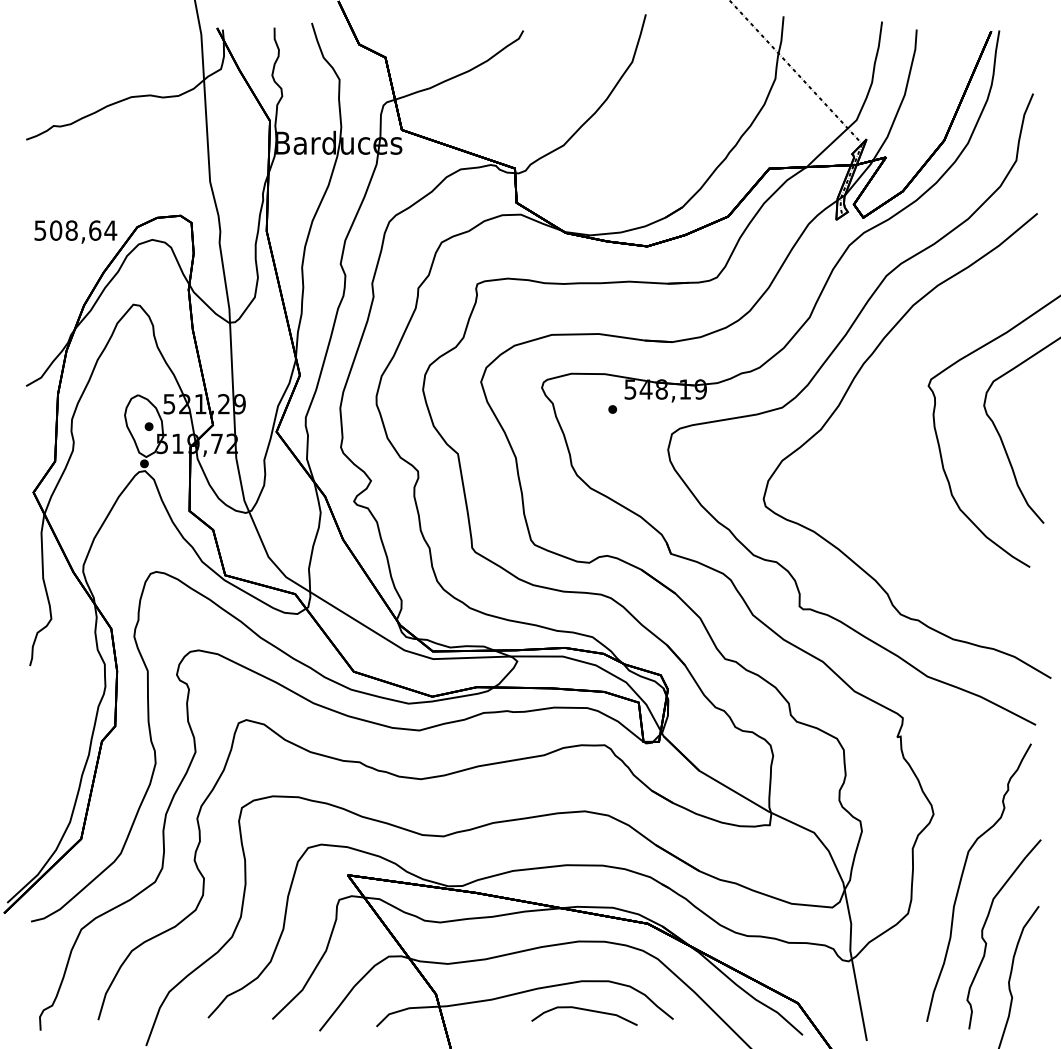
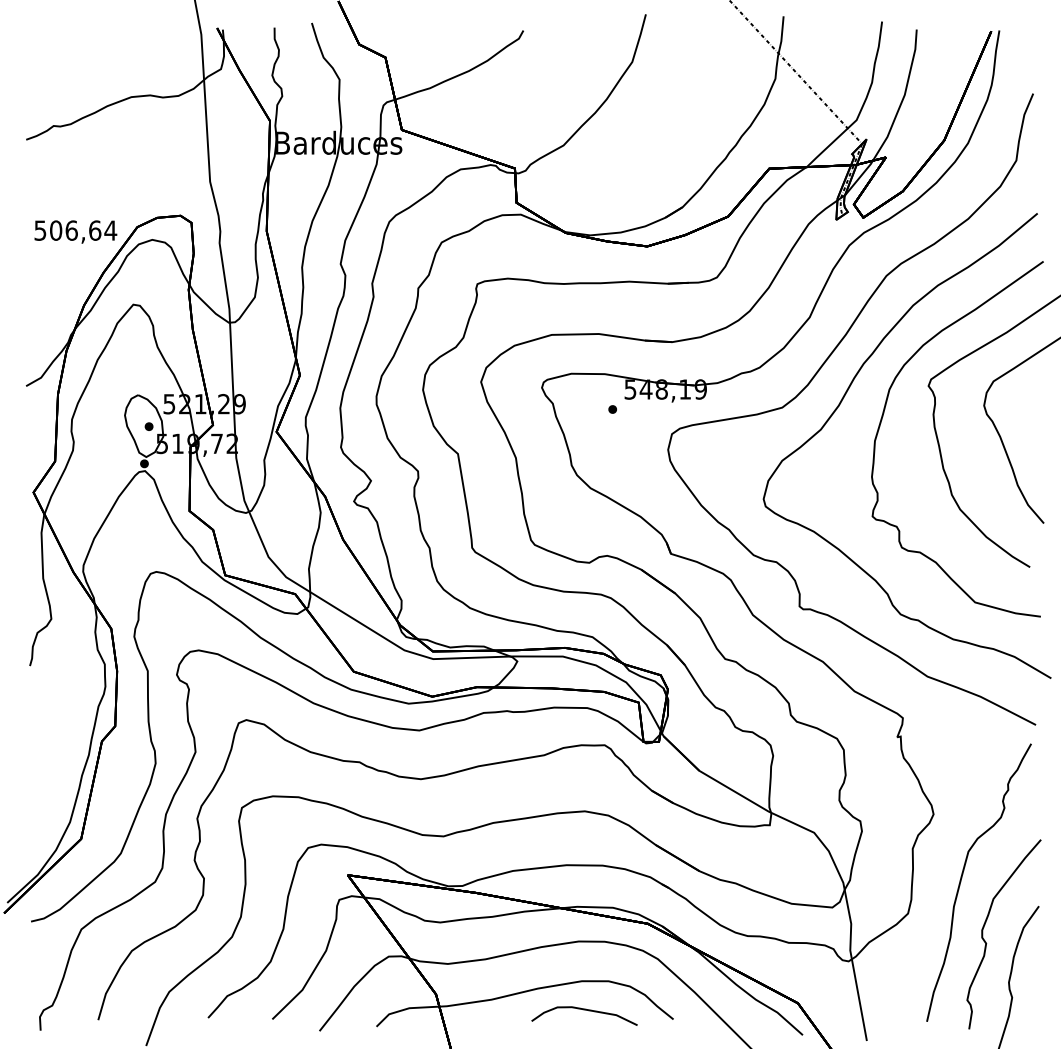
text at (71, 230): 508,64 -> 506,64
curve at (882, 420): none -> present
